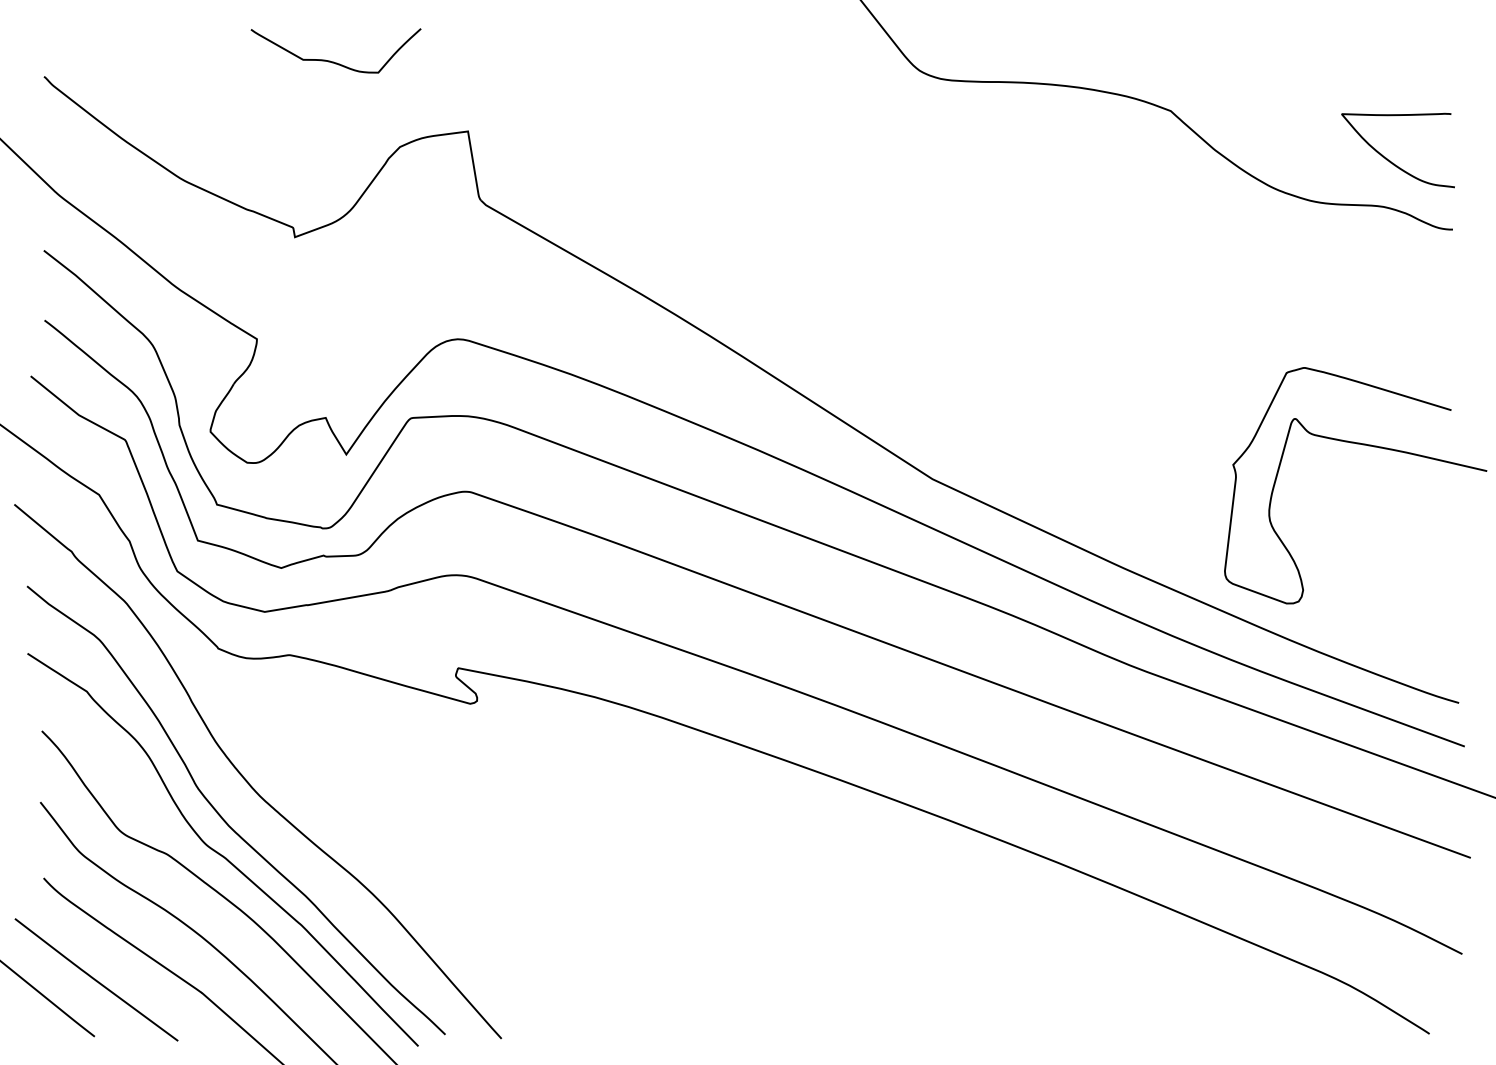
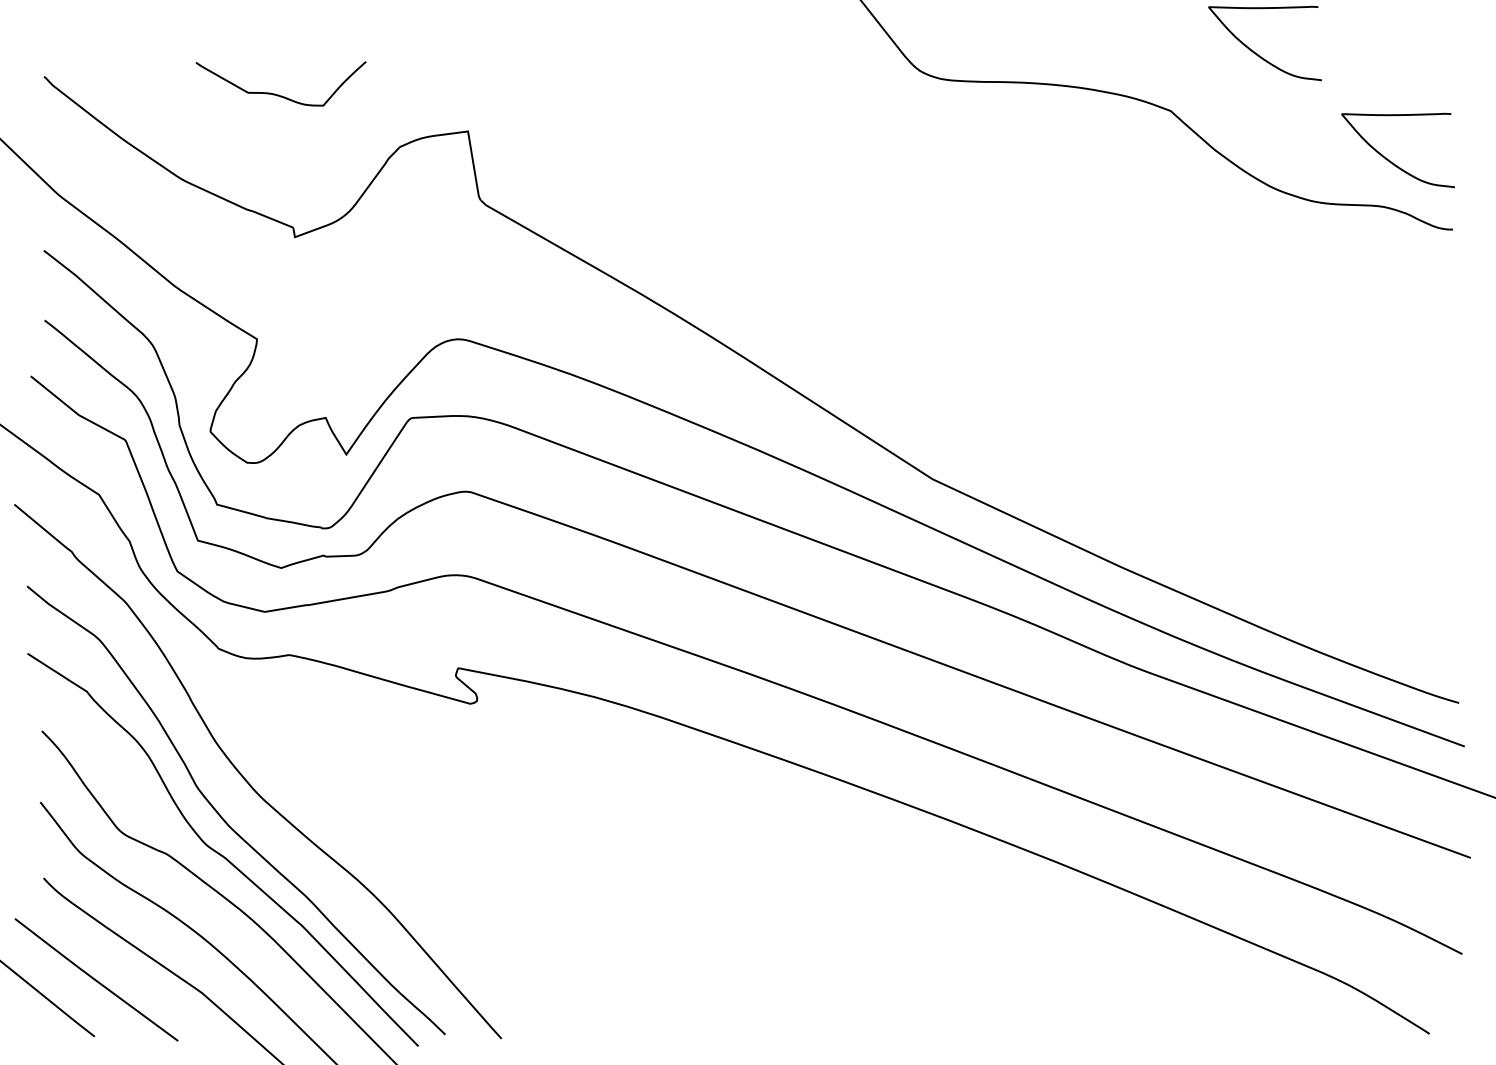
curve at (1257, 53): none -> present
curve at (330, 60) position: (330, 60) -> (275, 93)
curve at (1362, 445): present -> none
